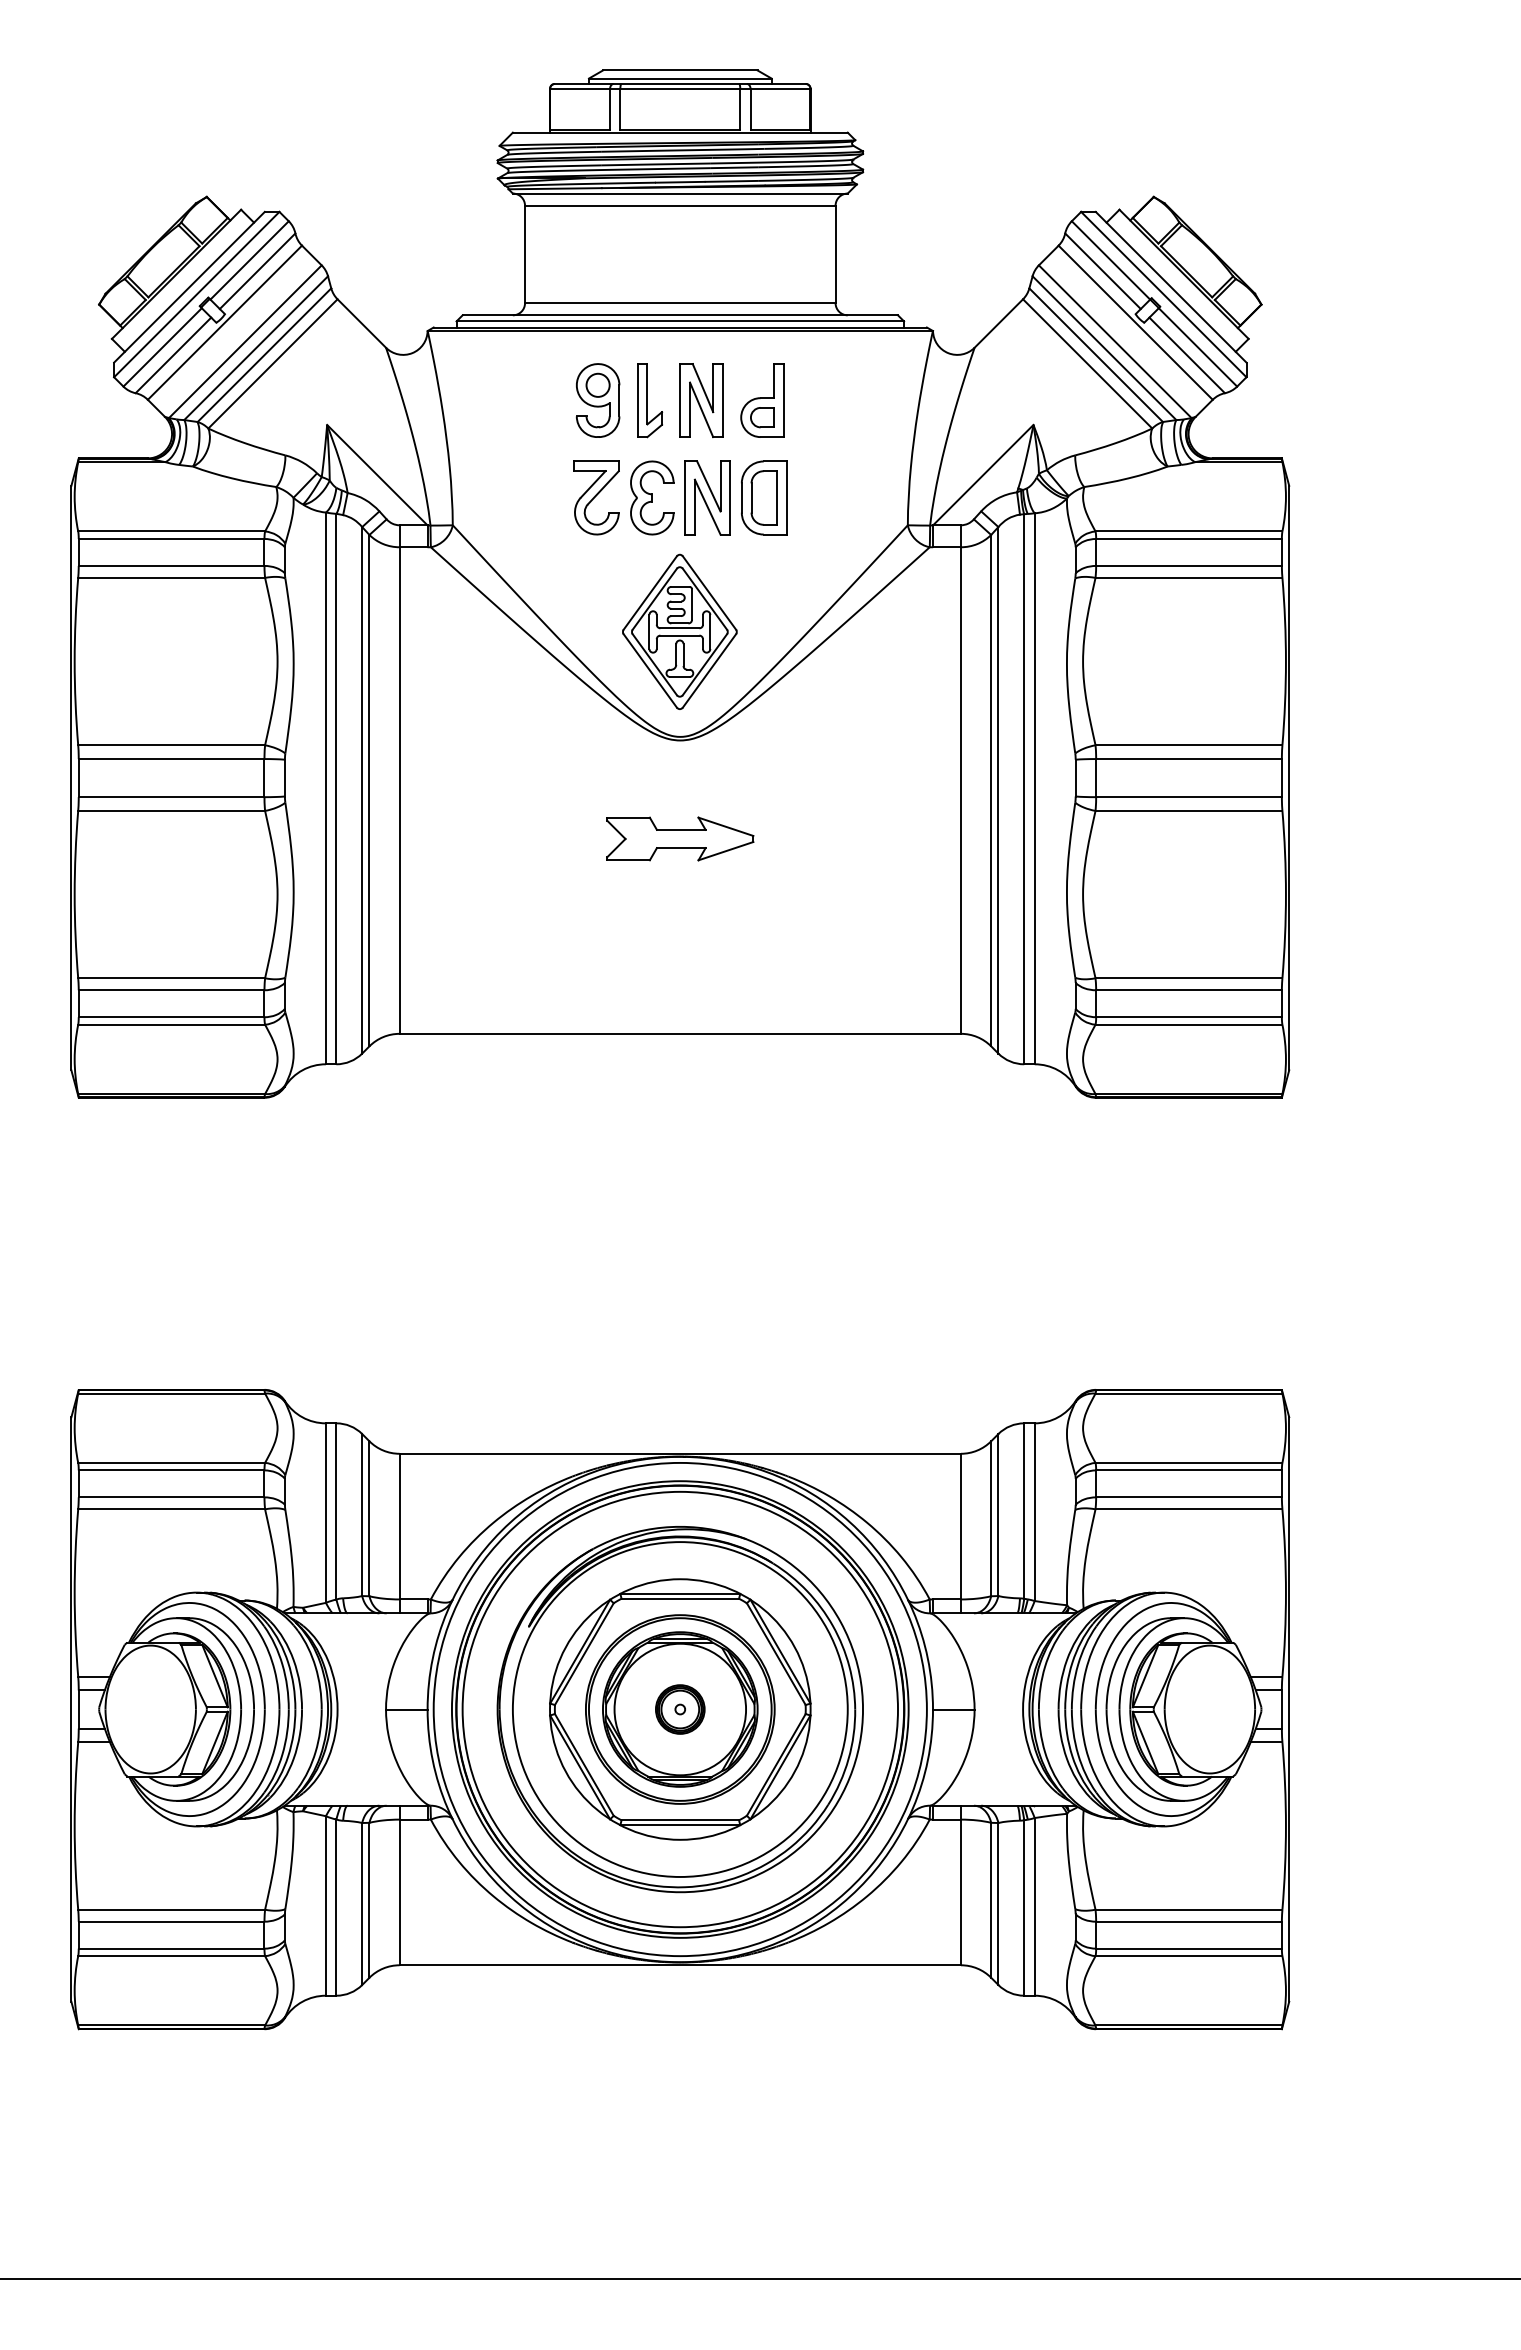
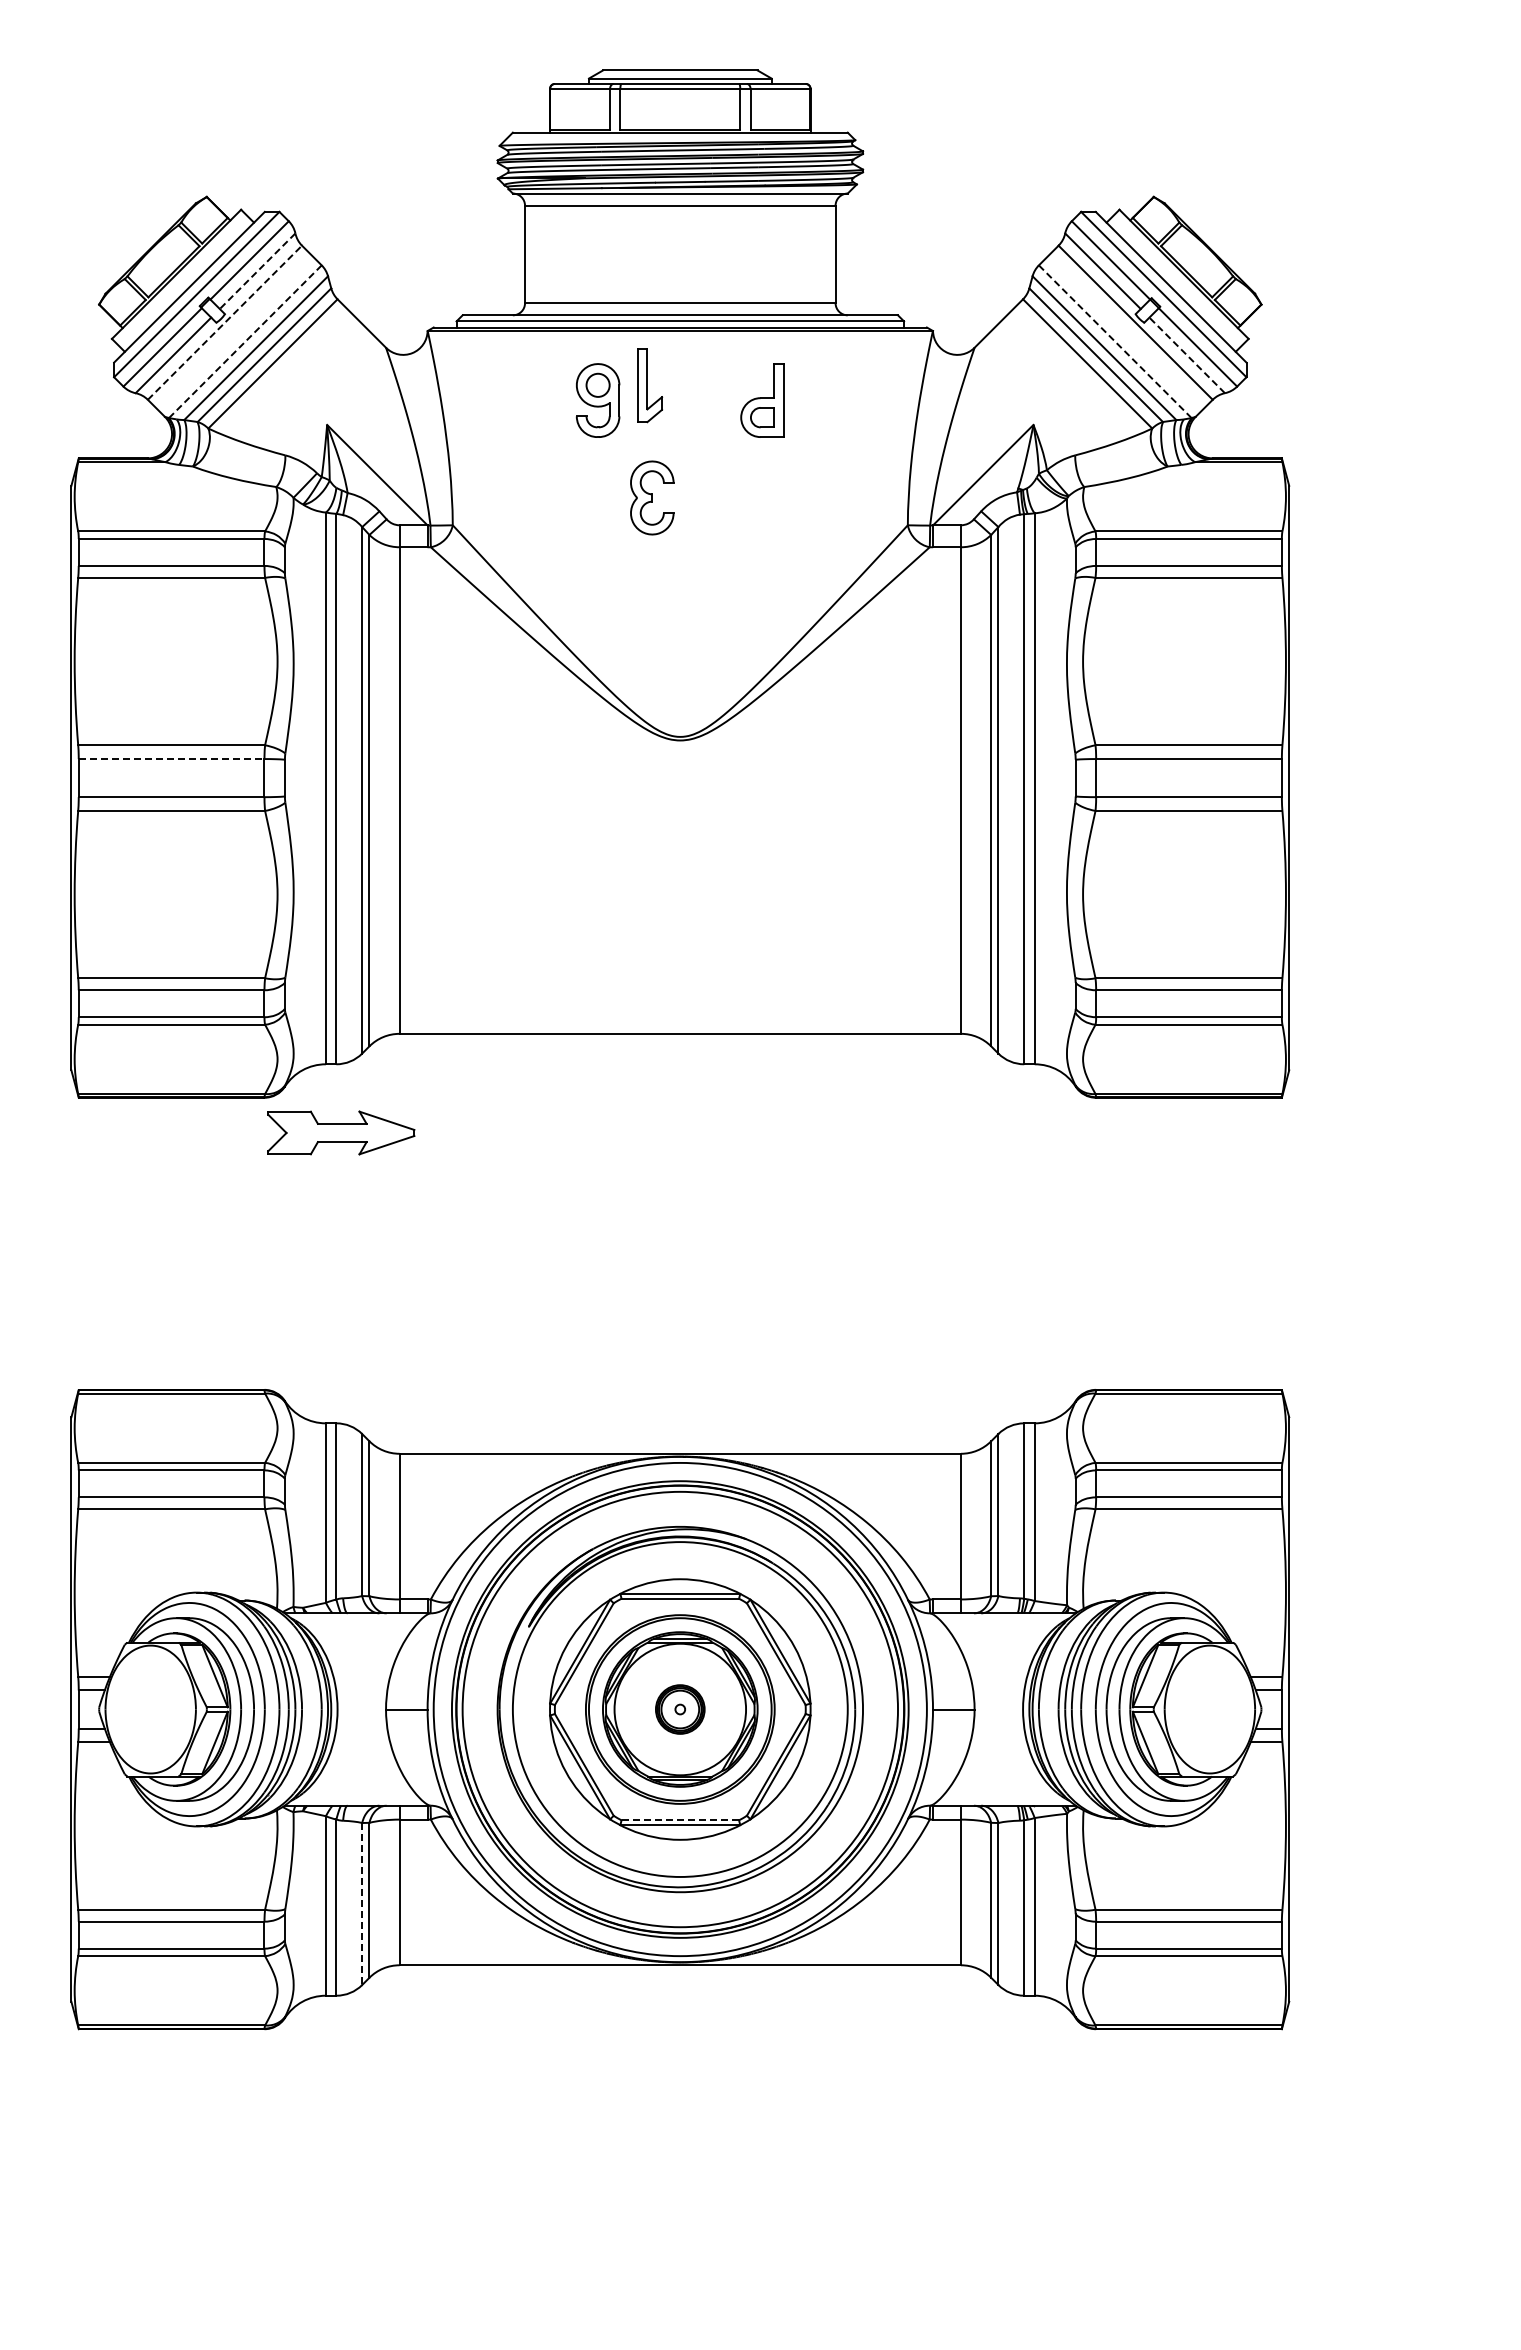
line at (257, 271): solid -> dashed
line at (224, 322): solid -> dashed
line at (1114, 341): solid -> dashed
line at (244, 342): solid -> dashed
line at (1186, 355): solid -> dashed
part at (650, 400) position: (650, 400) -> (650, 385)
part at (701, 400): present -> none
part at (596, 497): present -> none
part at (707, 497): present -> none
part at (764, 497): present -> none
part at (679, 631): present -> none
line at (171, 759): solid -> dashed
part at (680, 838) position: (680, 838) -> (341, 1132)
line at (680, 1820): solid -> dashed
line at (362, 1904): solid -> dashed
line at (759, 2279): present -> none
